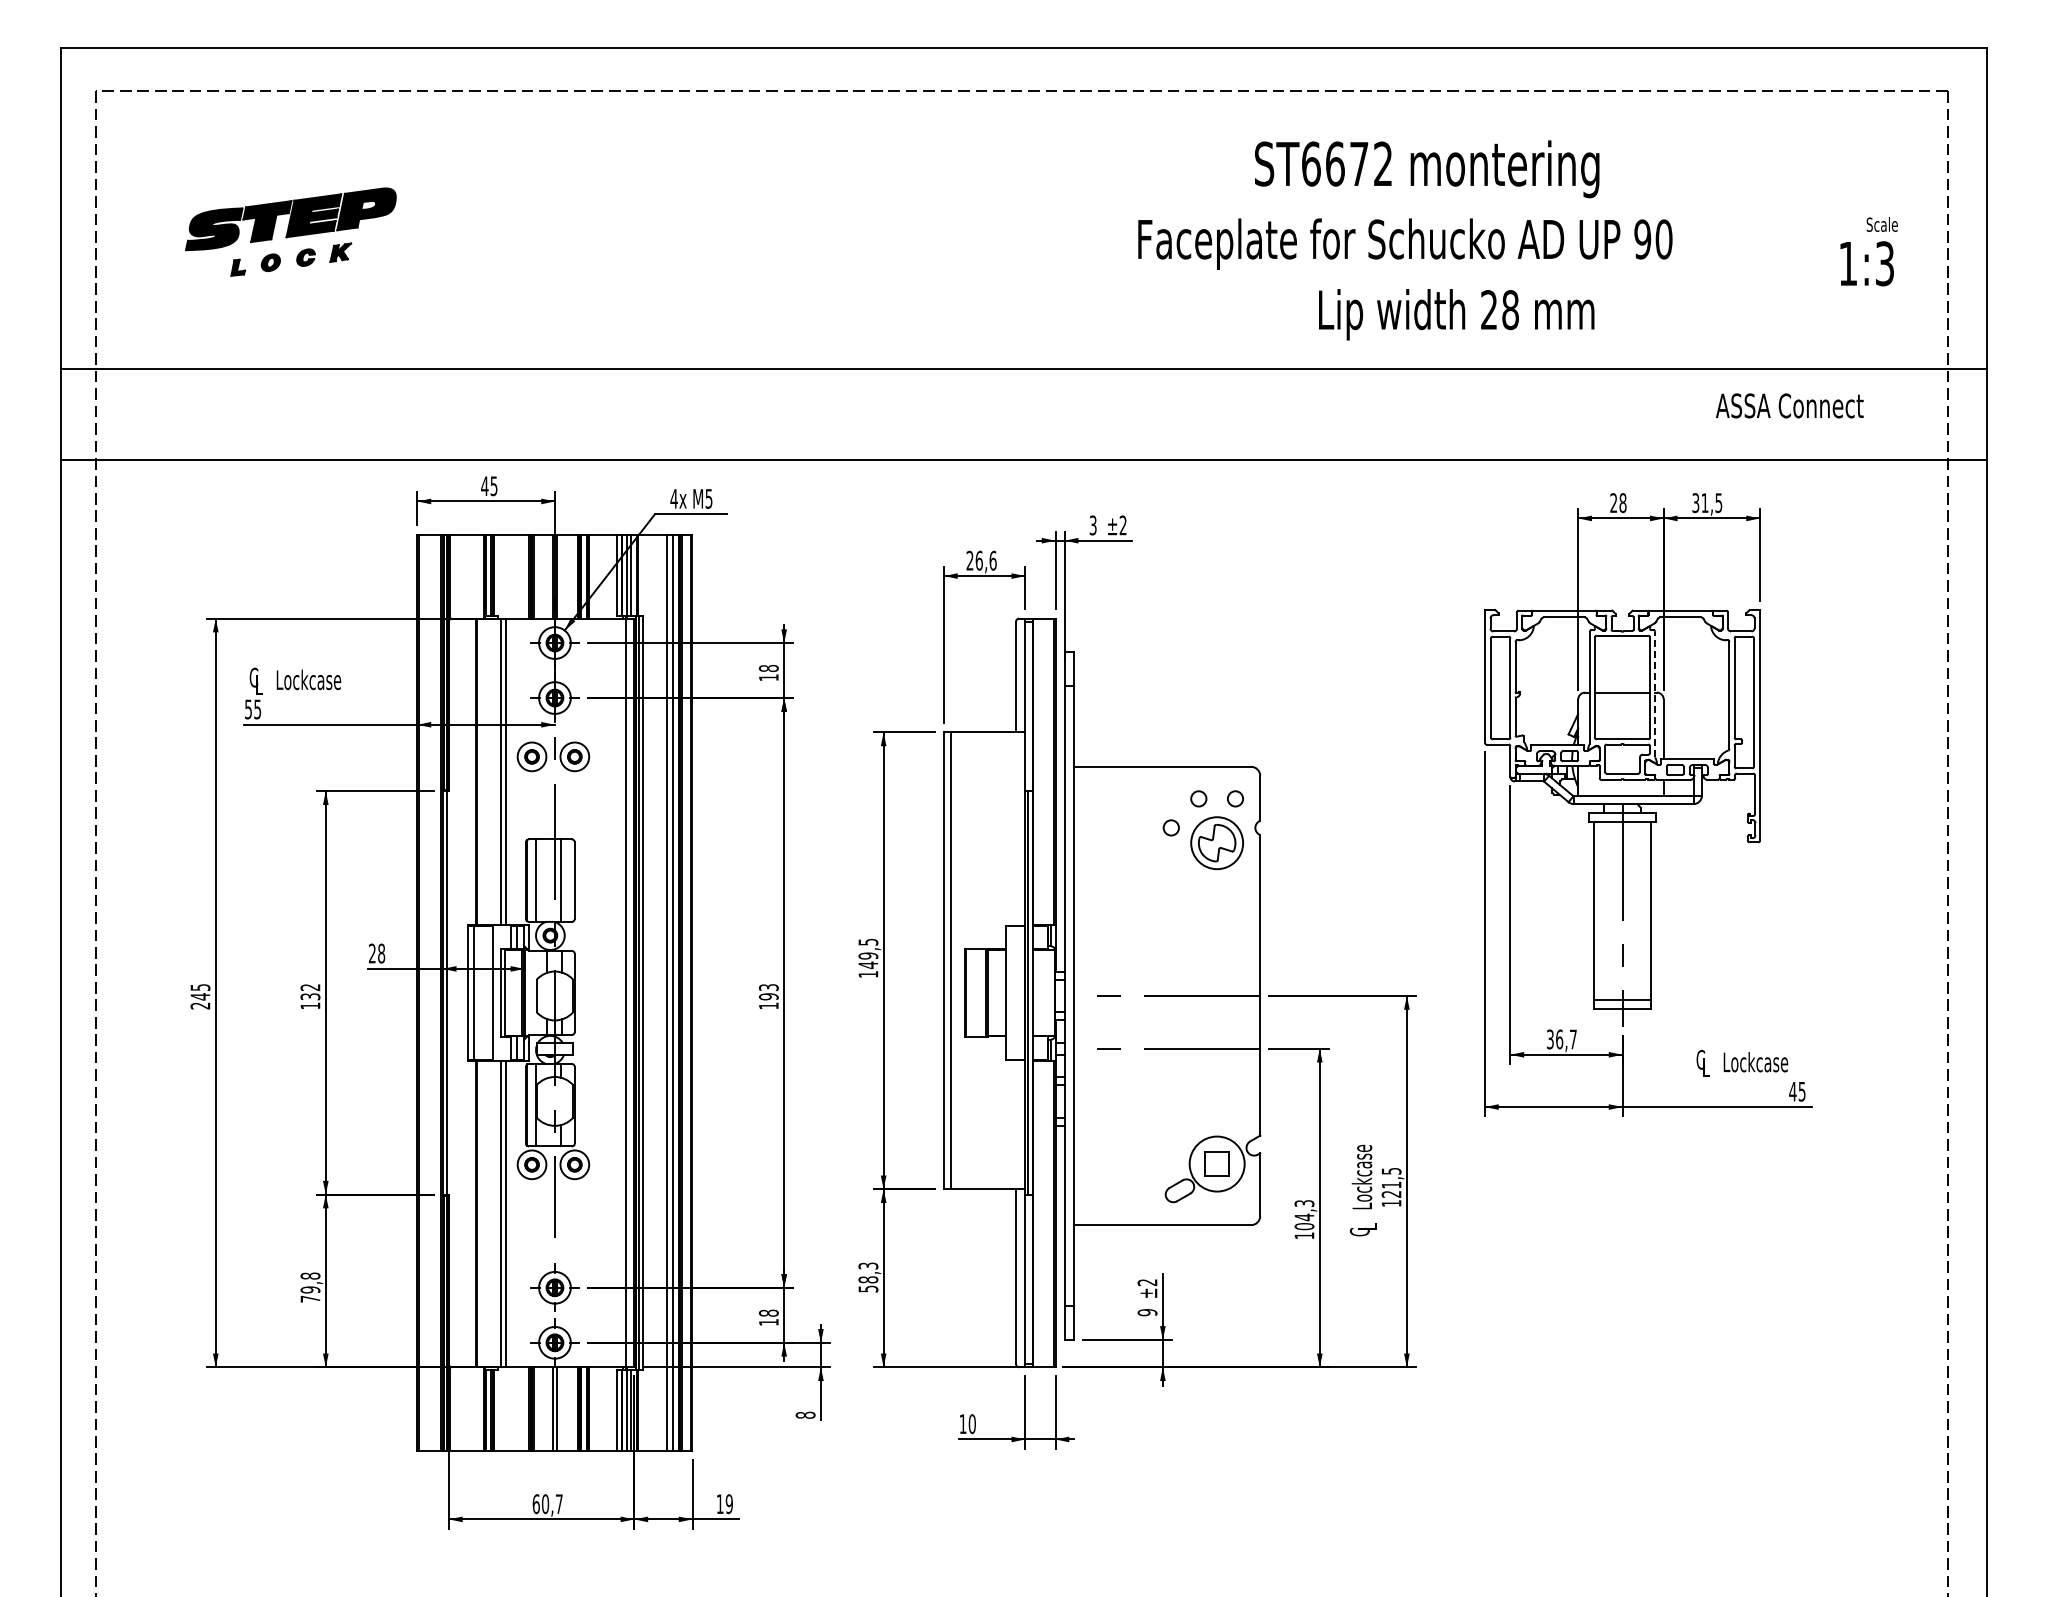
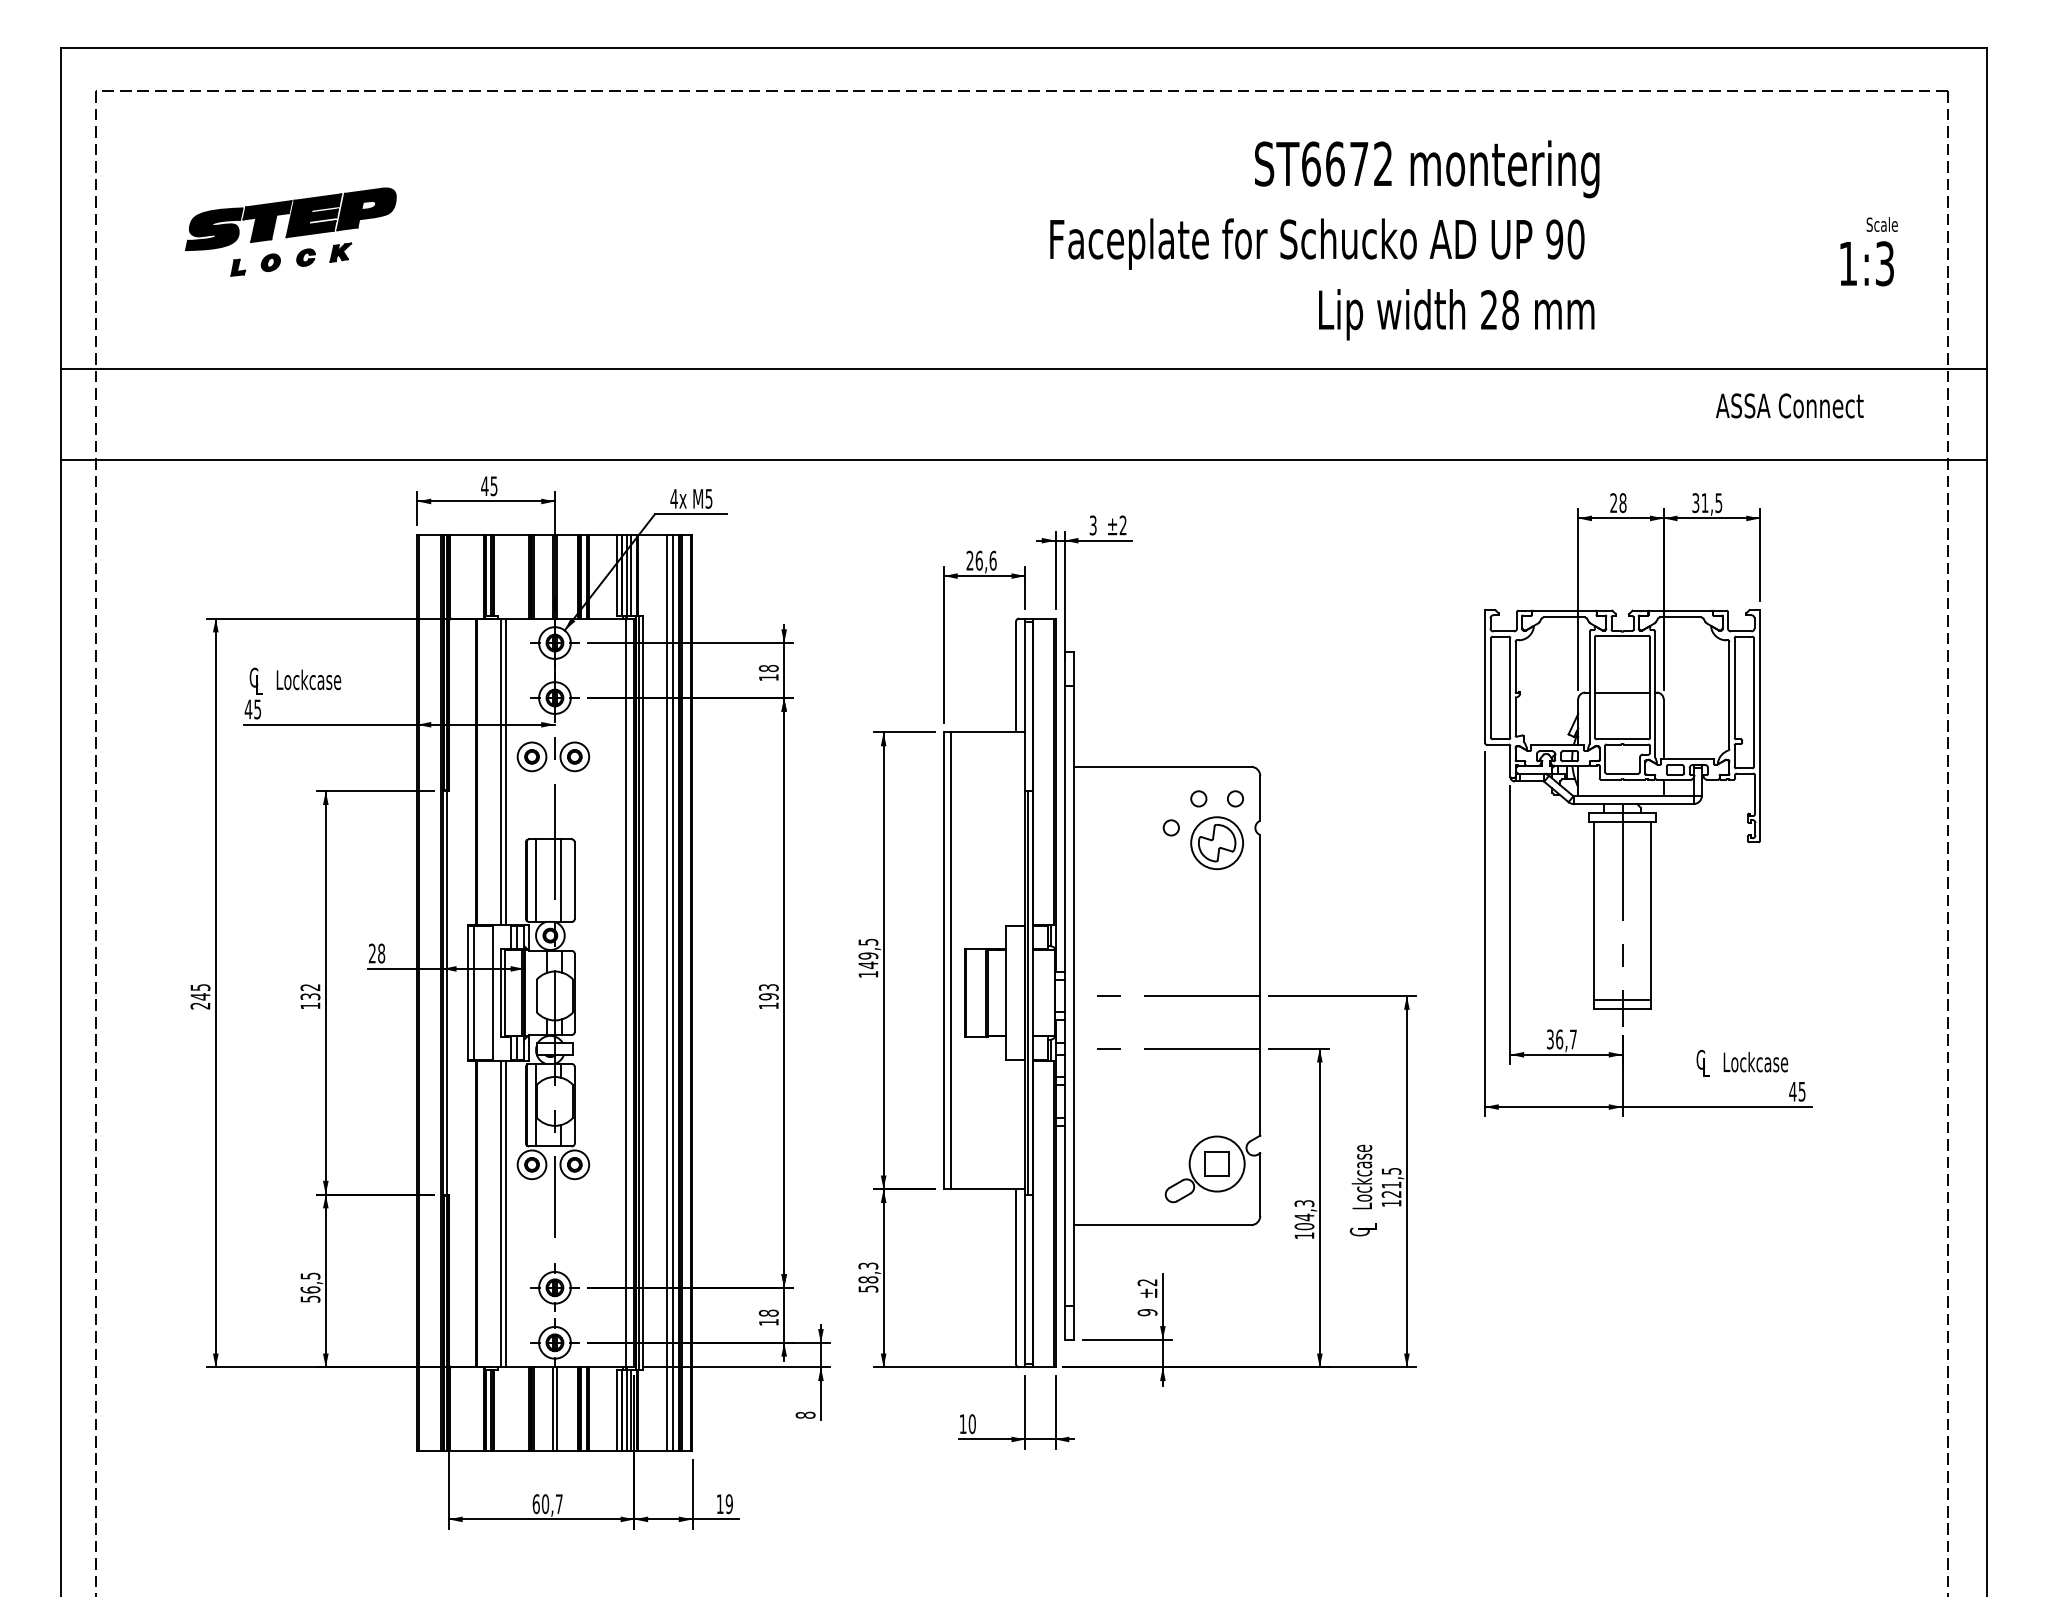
text at (1405, 243) position: (1405, 243) -> (1317, 243)
line at (1655, 694): dashed -> solid
text at (248, 709): 55 -> 45
text at (310, 1287): 79,8 -> 56,5
